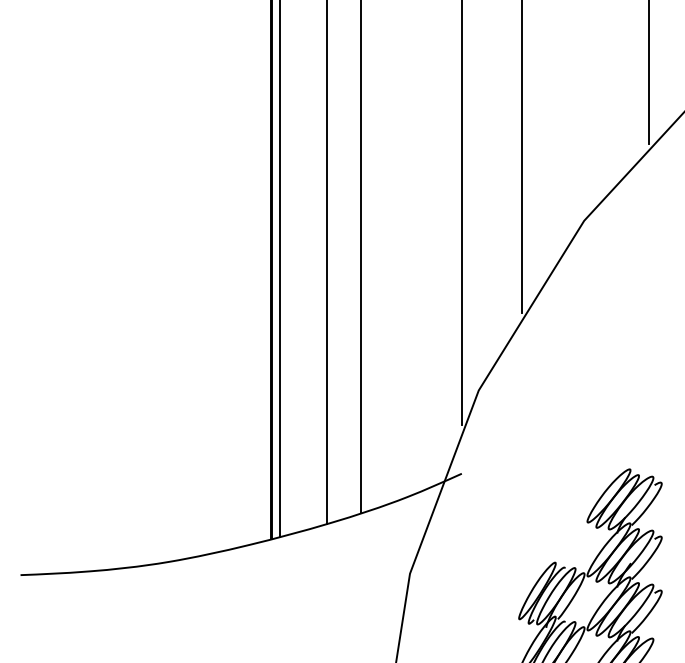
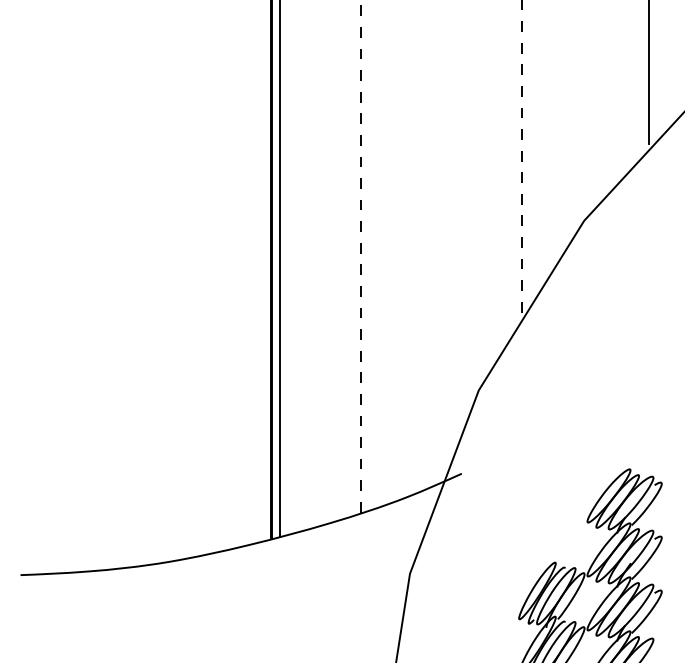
line at (521, 156): solid -> dashed
line at (462, 213): present -> none
line at (361, 256): solid -> dashed
line at (326, 263): present -> none
